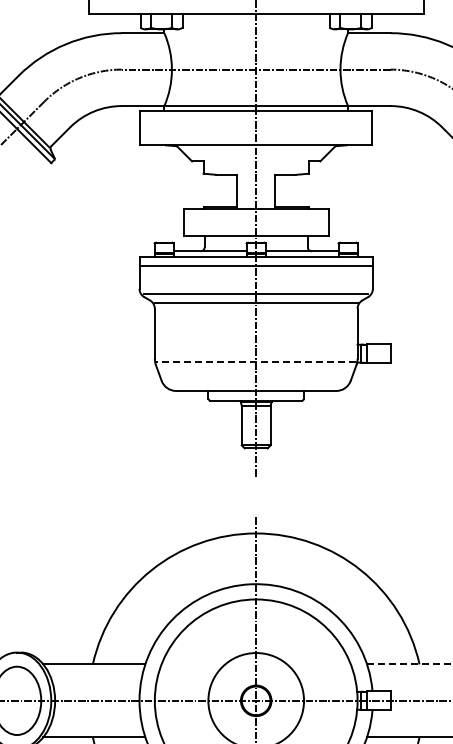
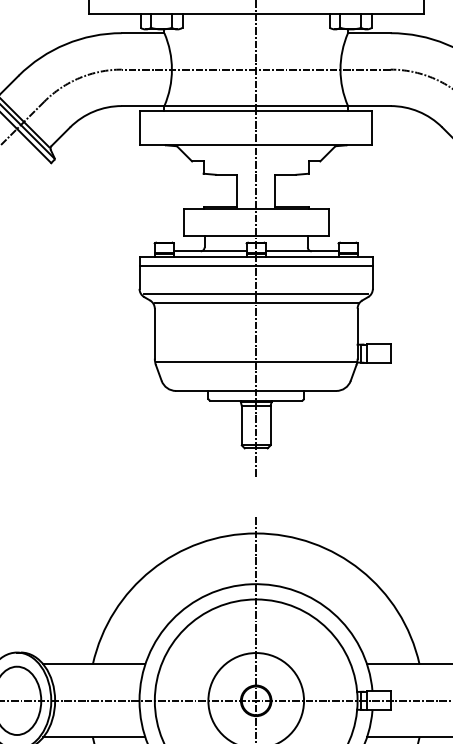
line at (255, 362): dashed -> solid
line at (410, 664): dashed -> solid
